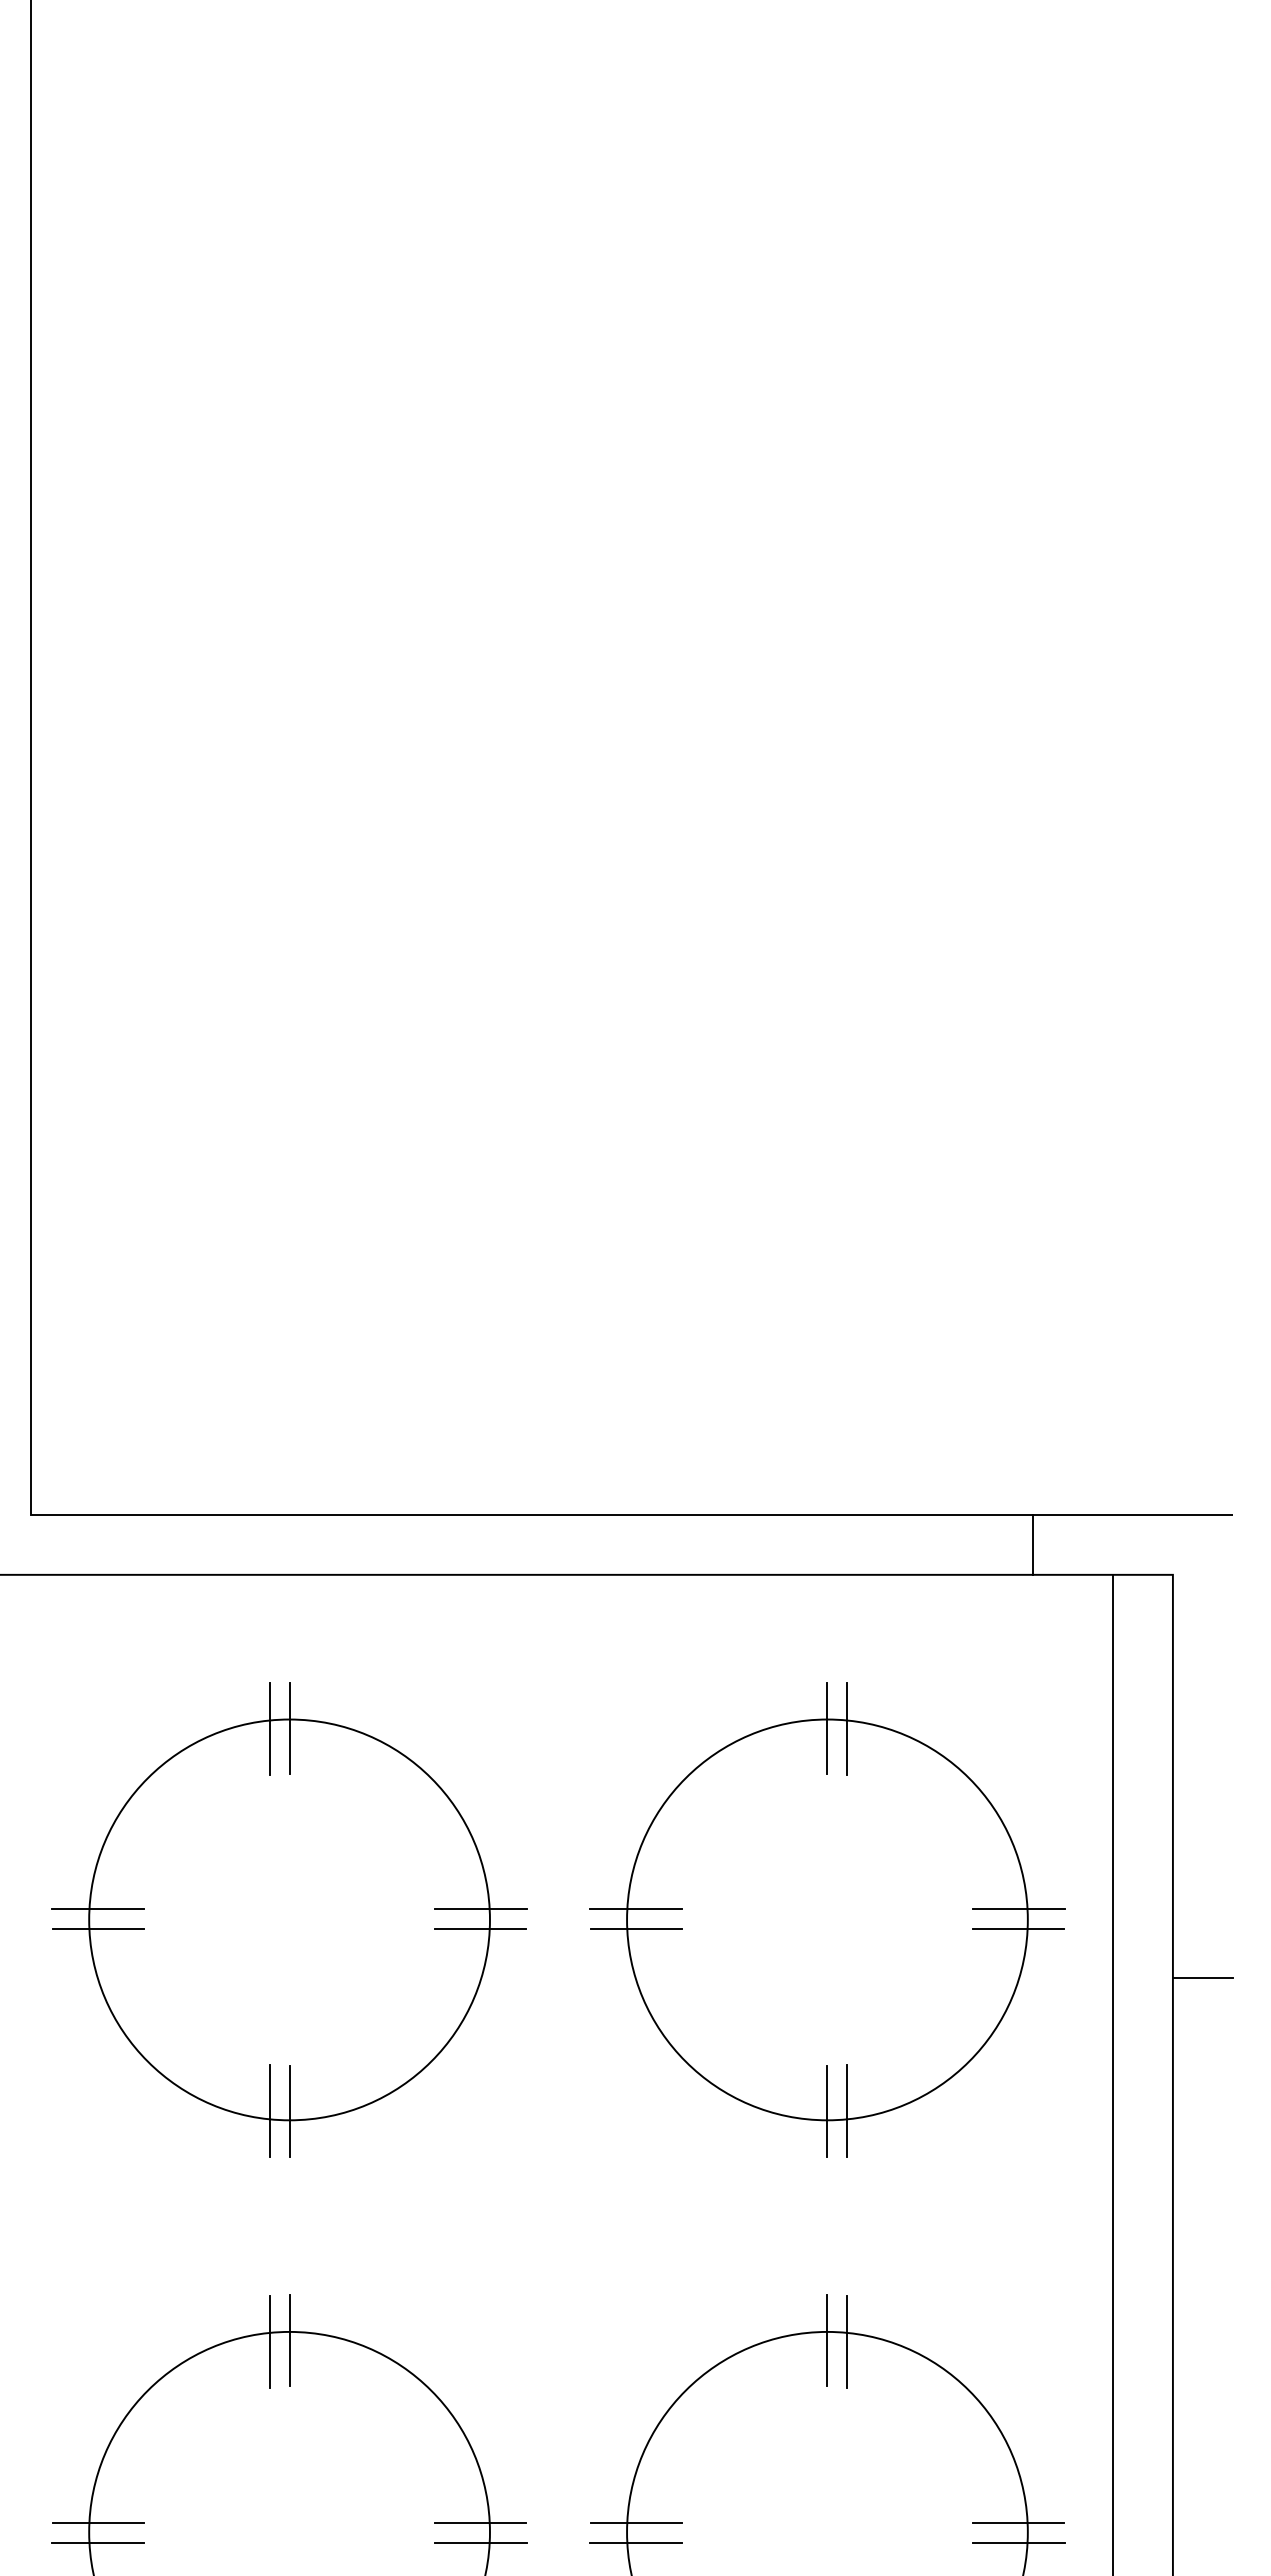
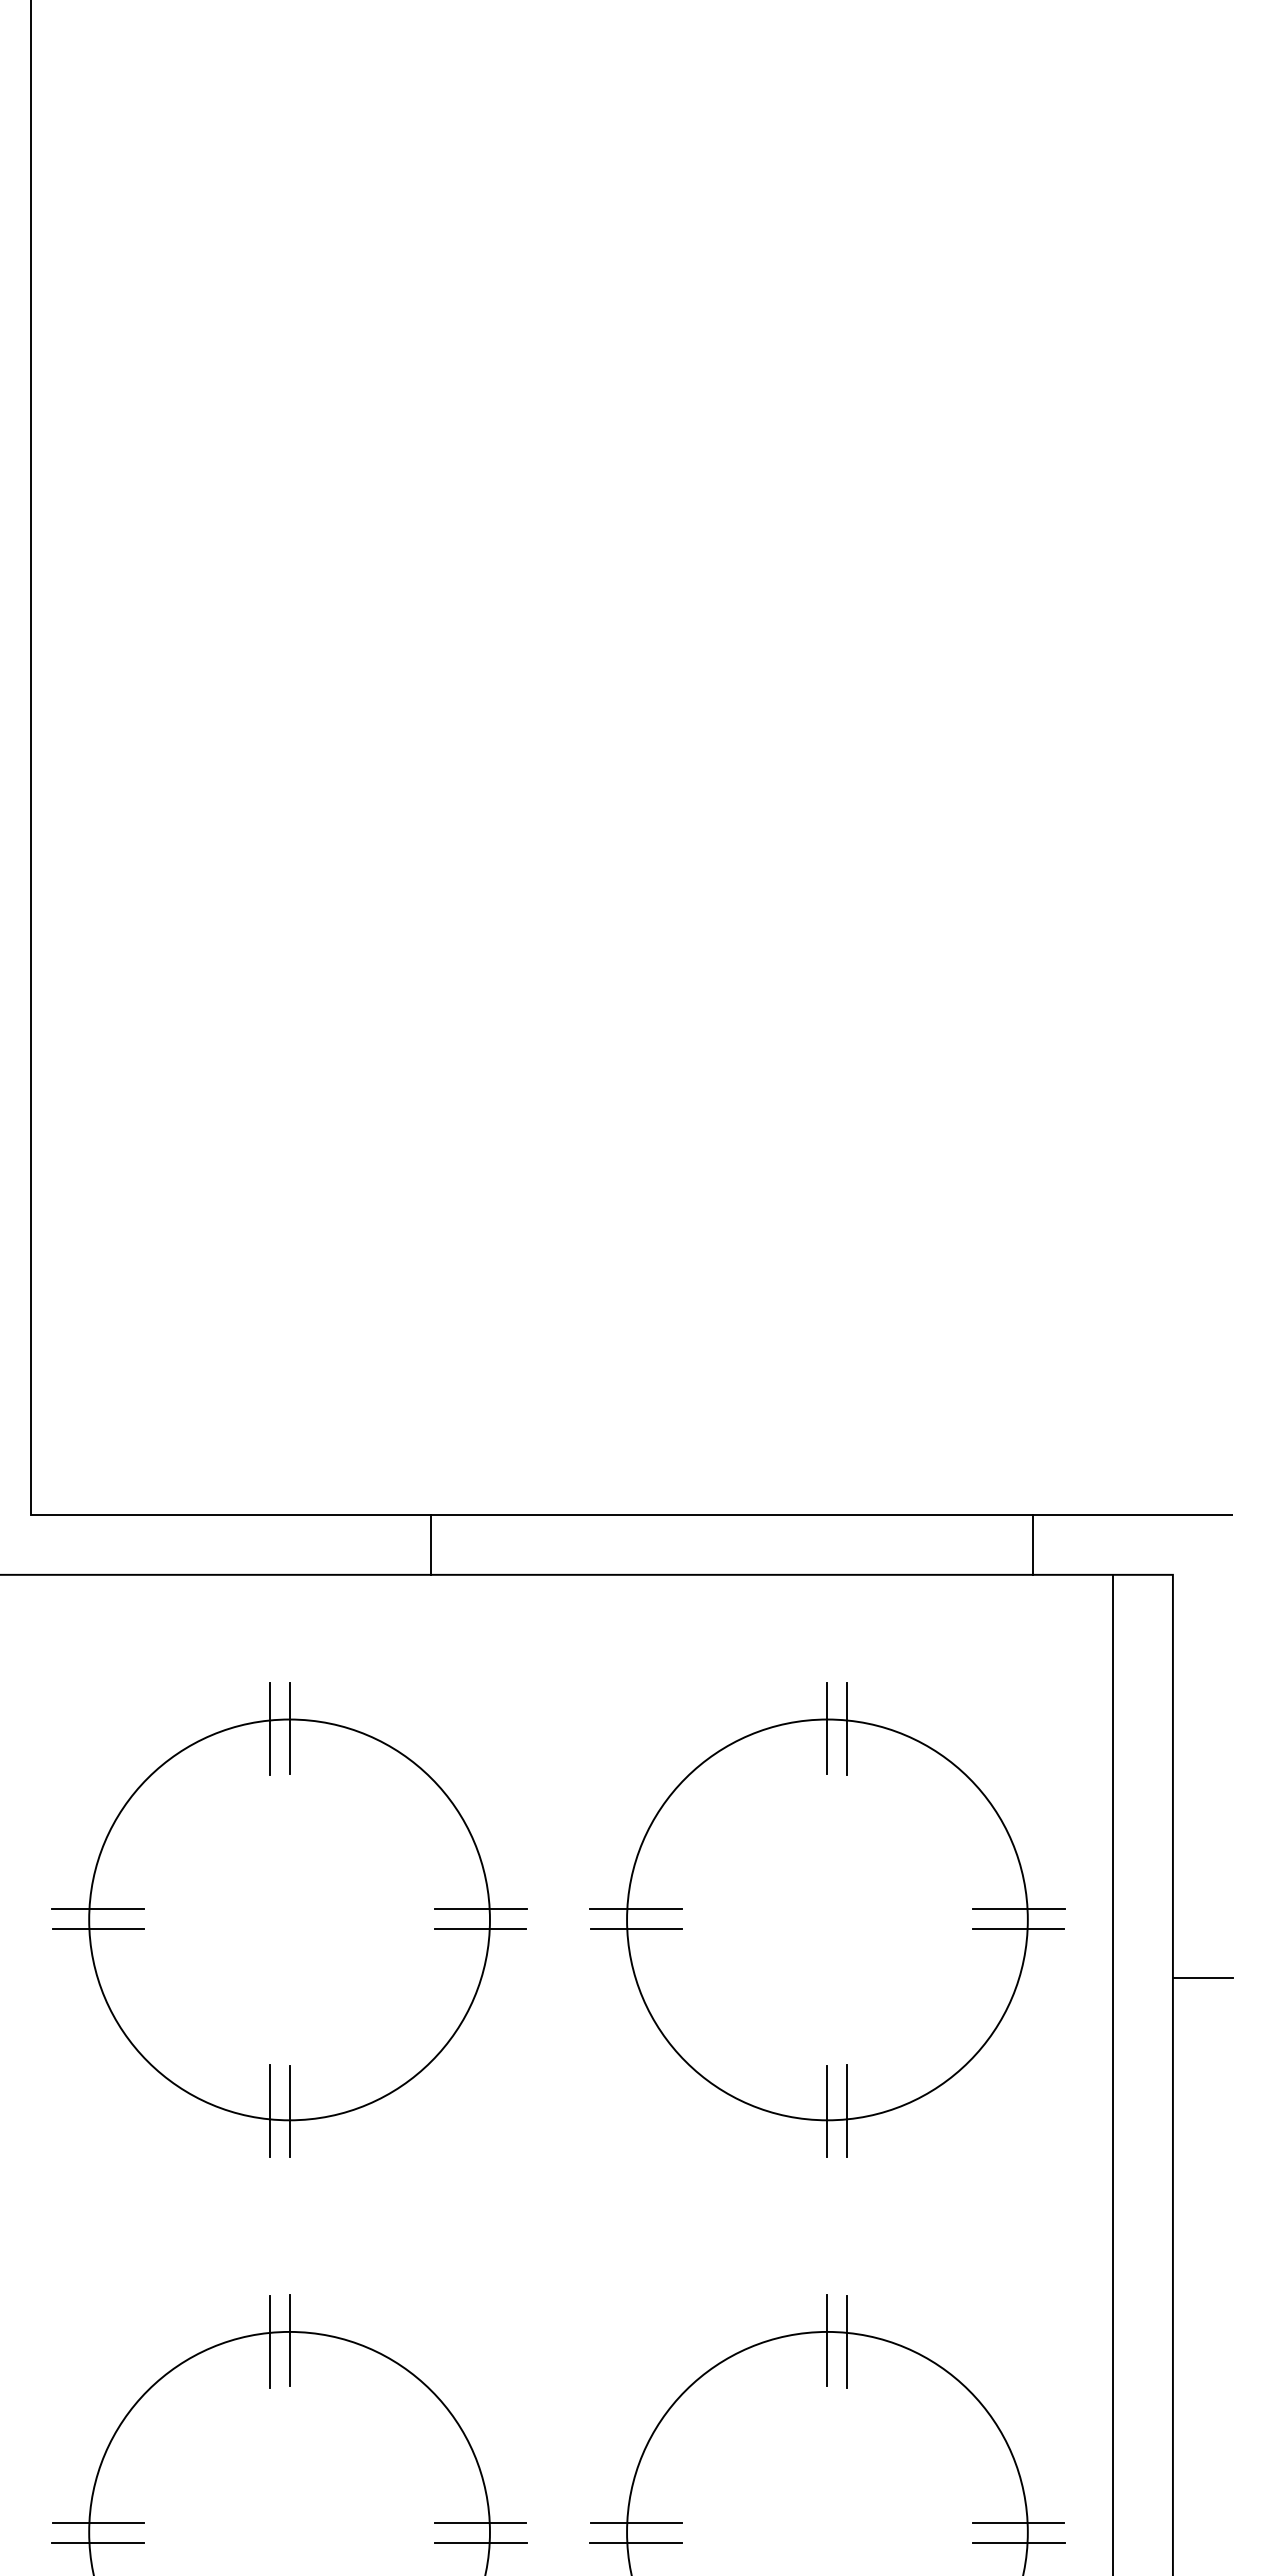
line at (431, 1544): none -> present
